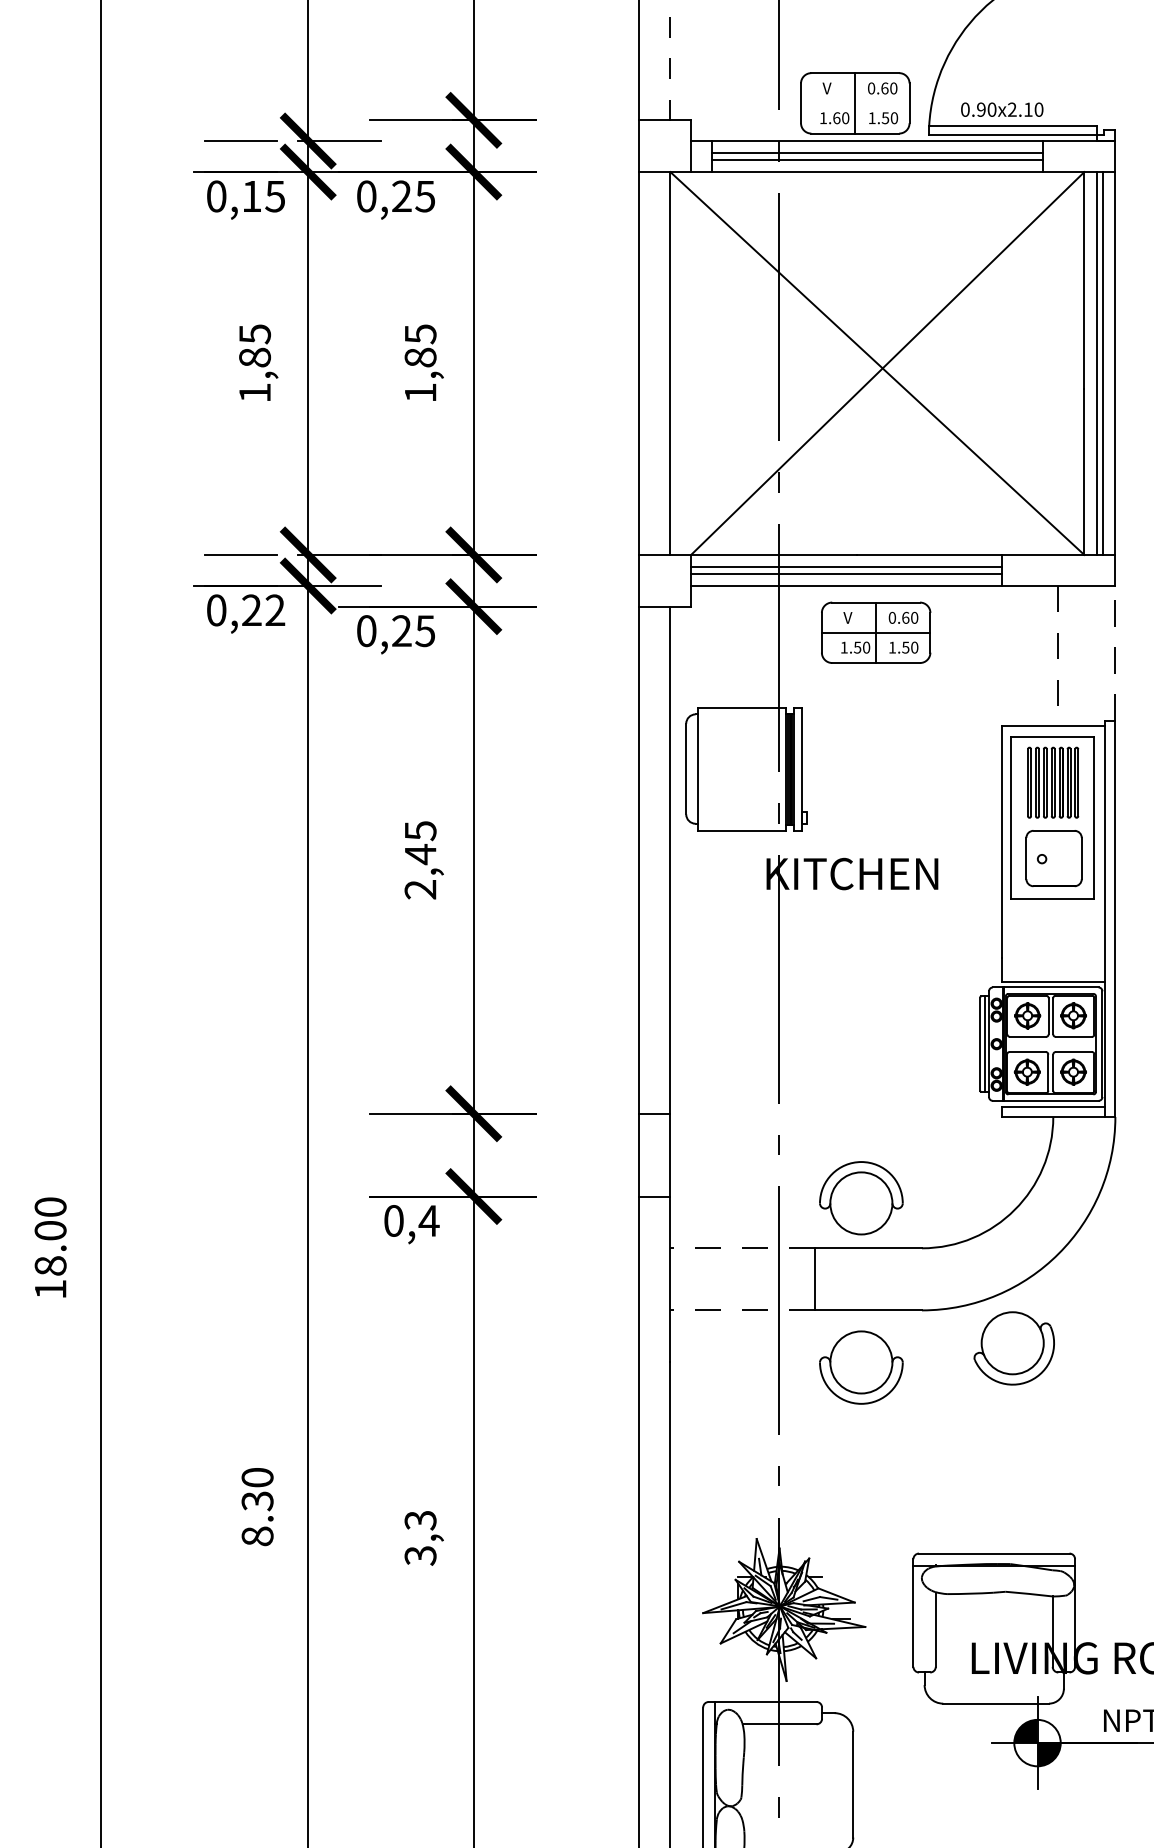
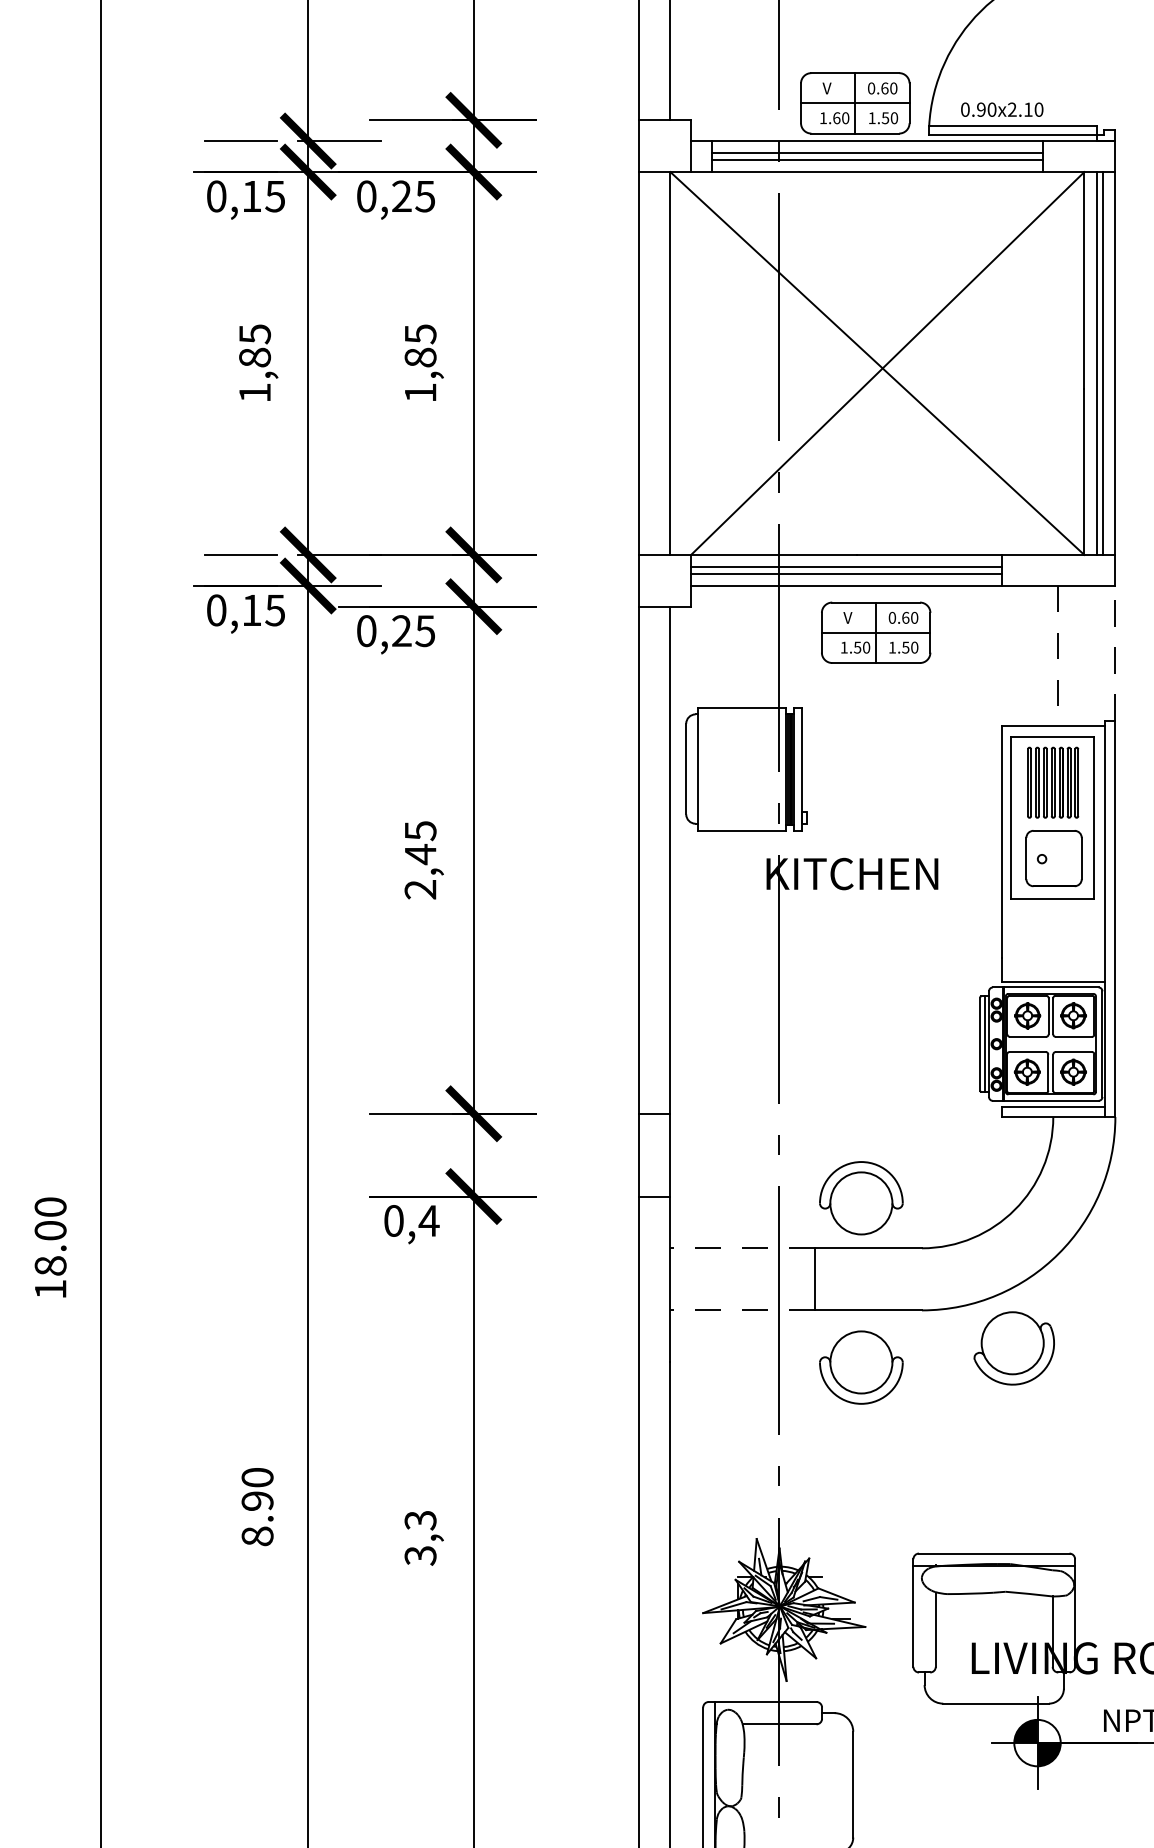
line at (670, 60): dashed -> solid
line at (855, 103): none -> present
text at (263, 610): 0,22 -> 0,15
text at (257, 1501): 8.30 -> 8.90
